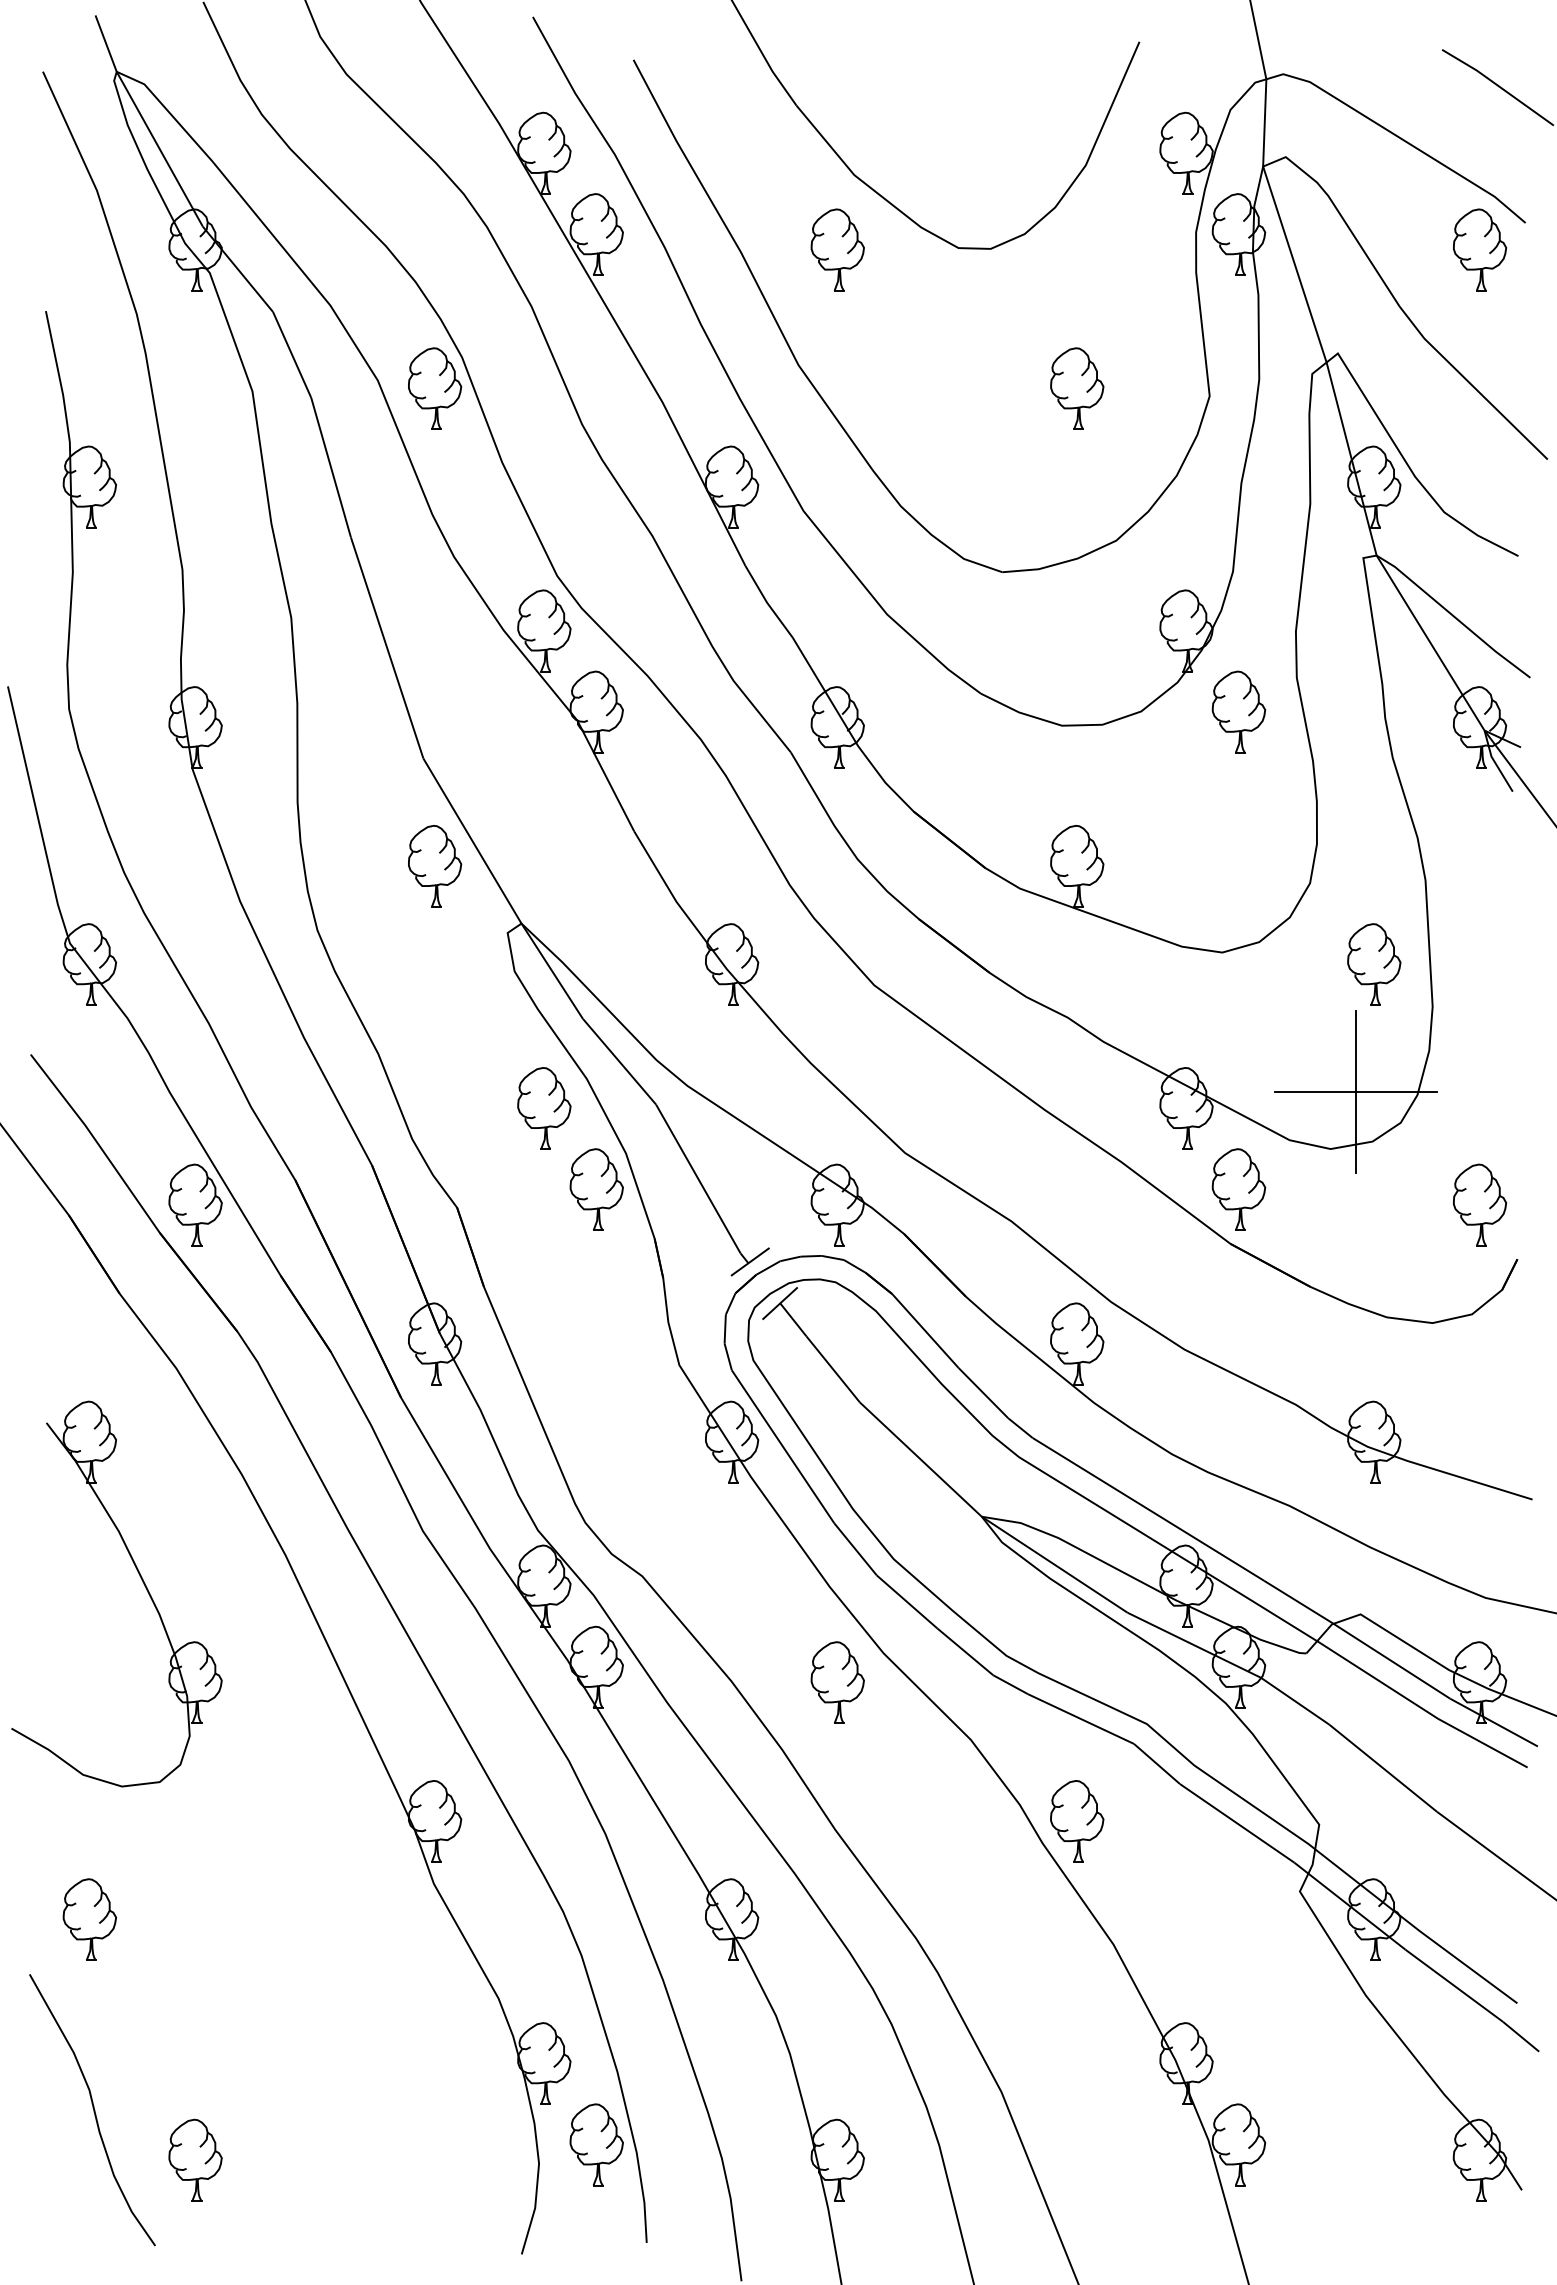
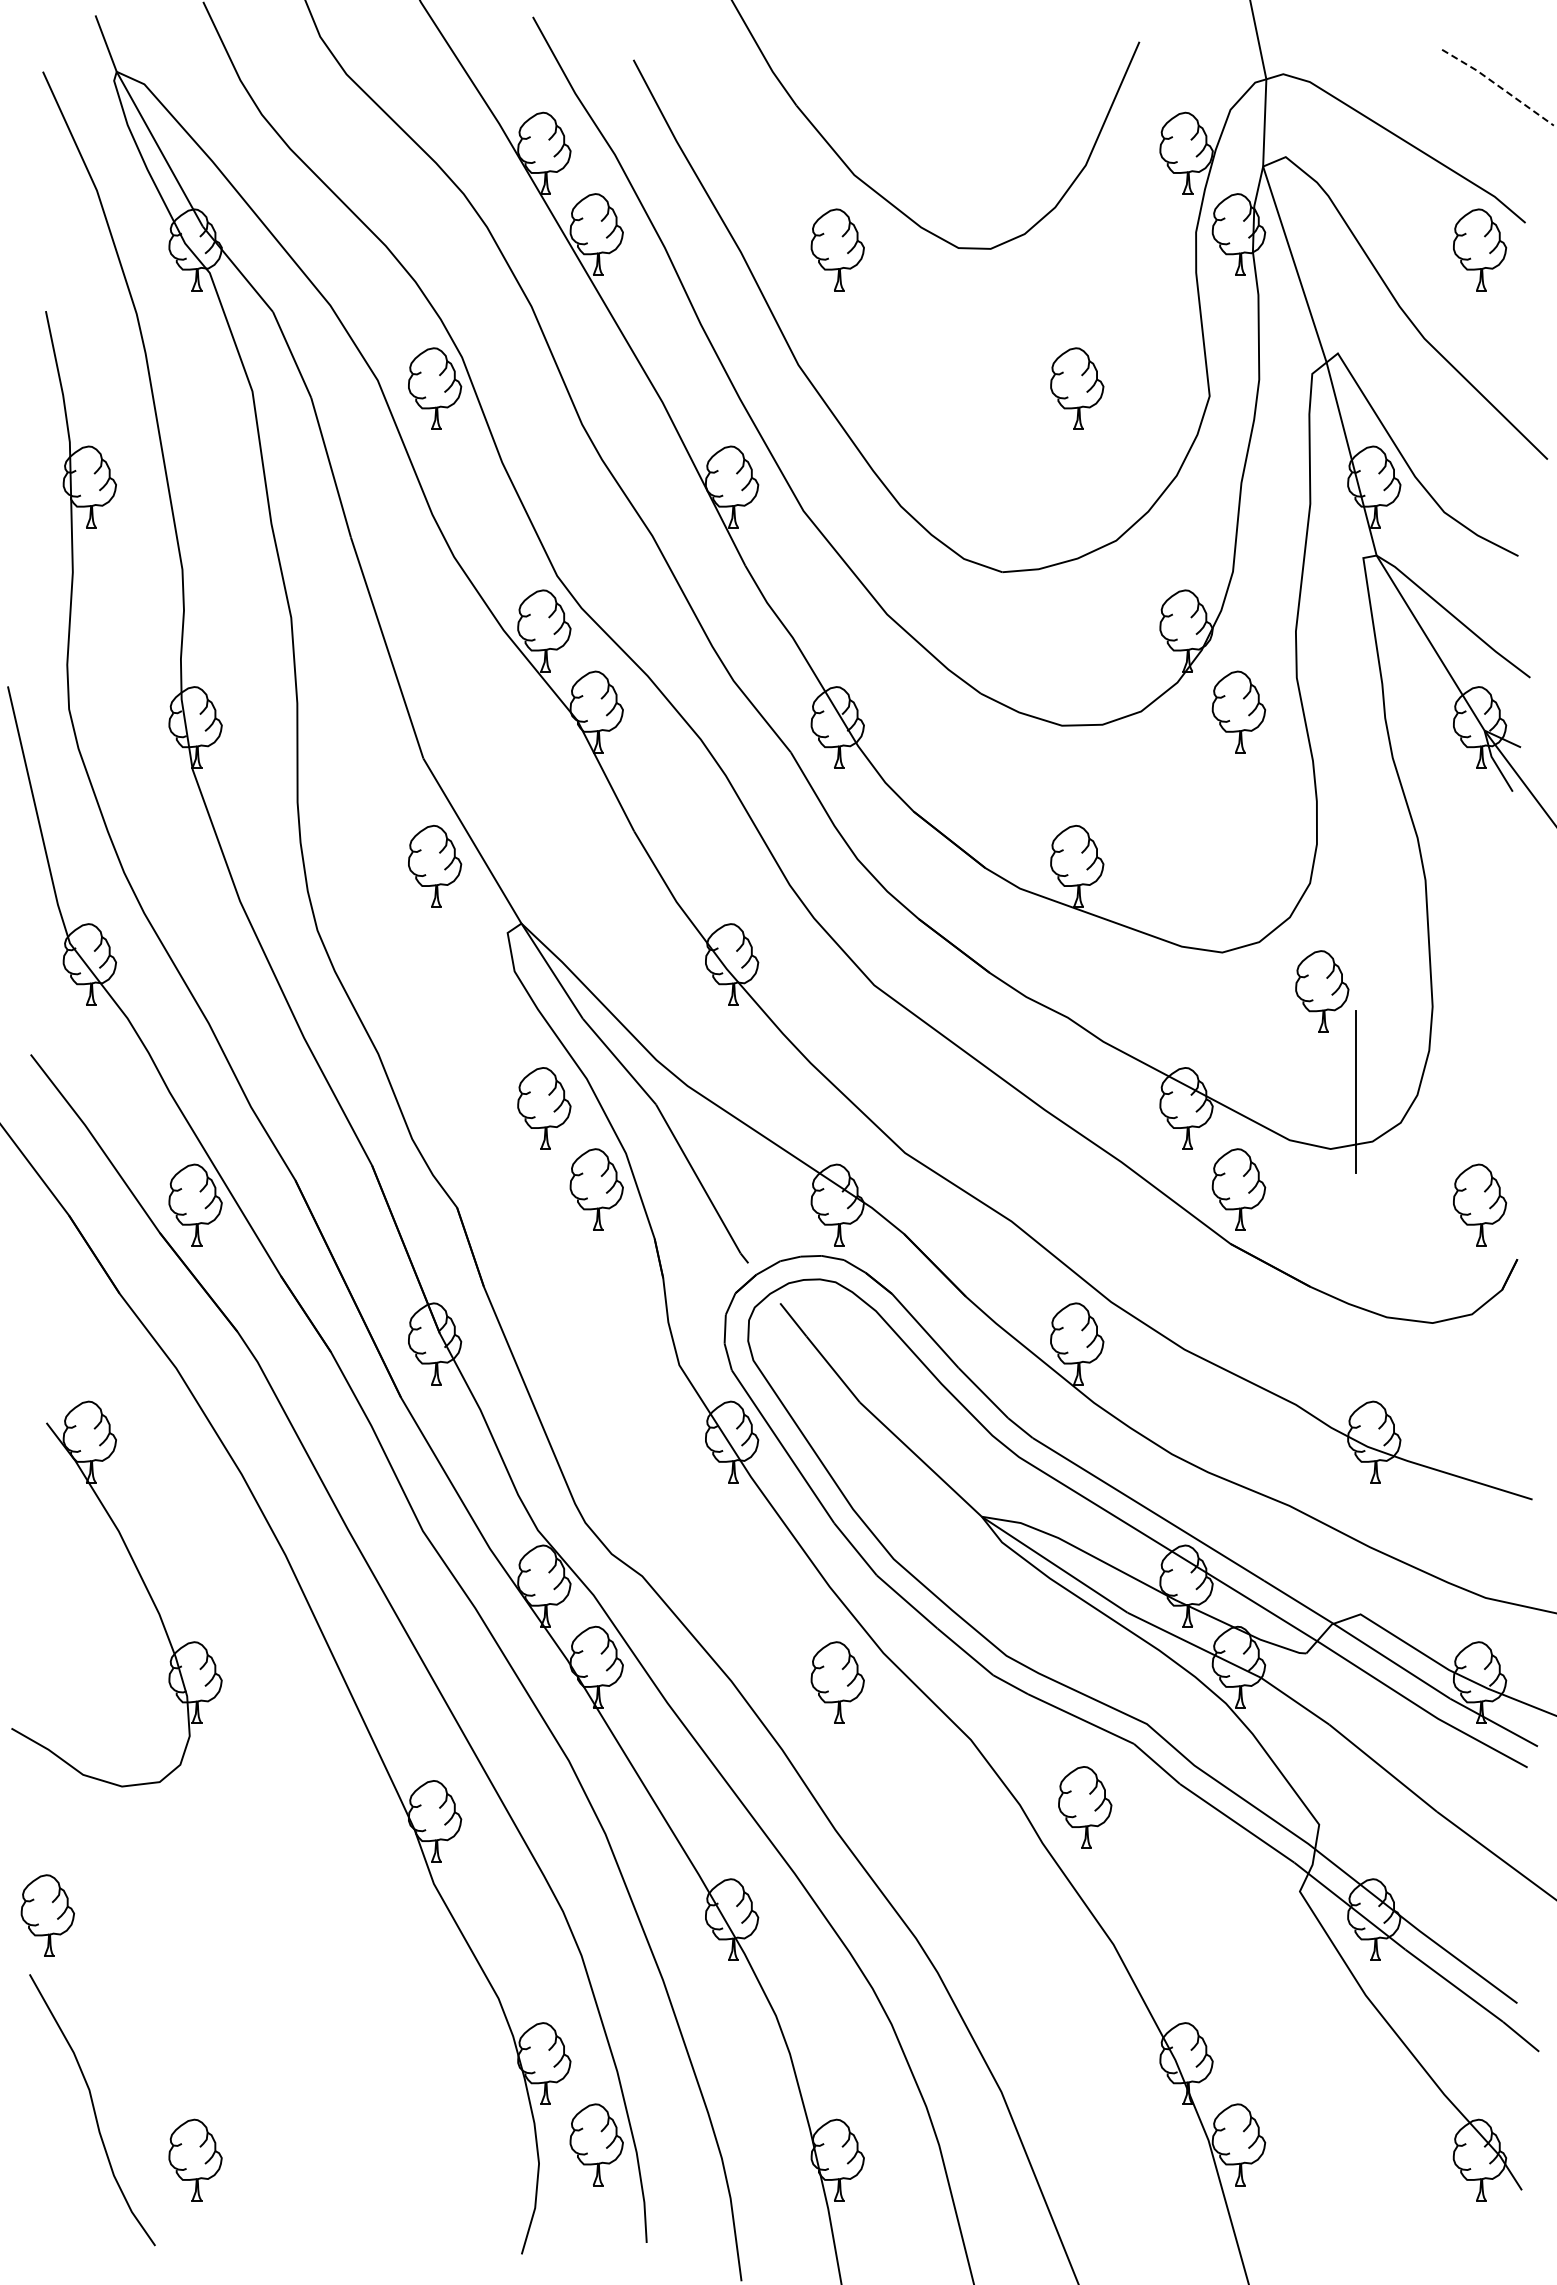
line at (1498, 86): solid -> dashed
part at (1374, 964) position: (1374, 964) -> (1322, 991)
line at (1356, 1092): present -> none
line at (750, 1261): present -> none
line at (779, 1303): present -> none
part at (1077, 1821) position: (1077, 1821) -> (1085, 1807)
part at (89, 1919) position: (89, 1919) -> (47, 1915)
